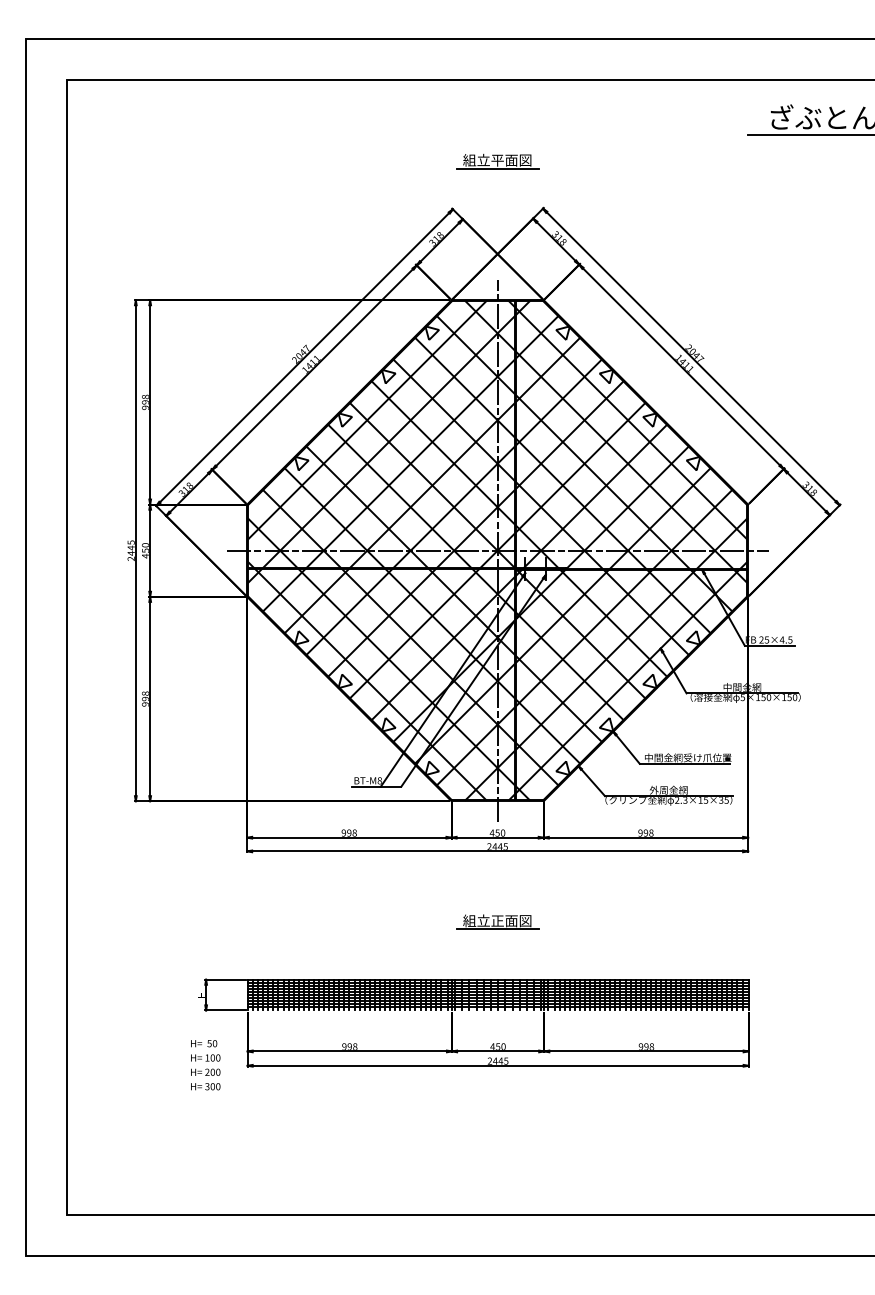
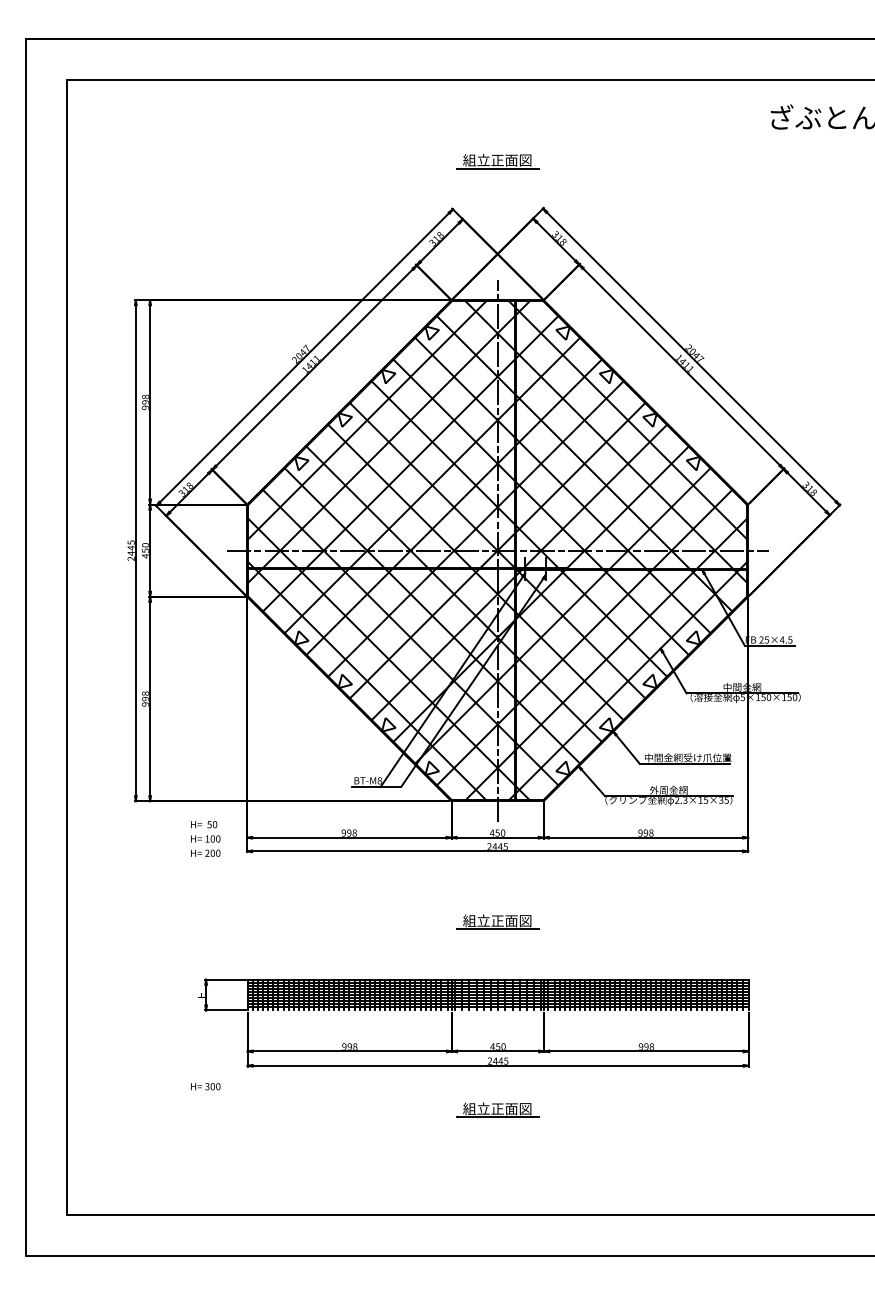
line at (809, 135): present -> none
text at (497, 160): 組立平面図 -> 組立正面図
text at (205, 1057) position: (205, 1057) -> (205, 838)
part at (497, 1109): none -> present
